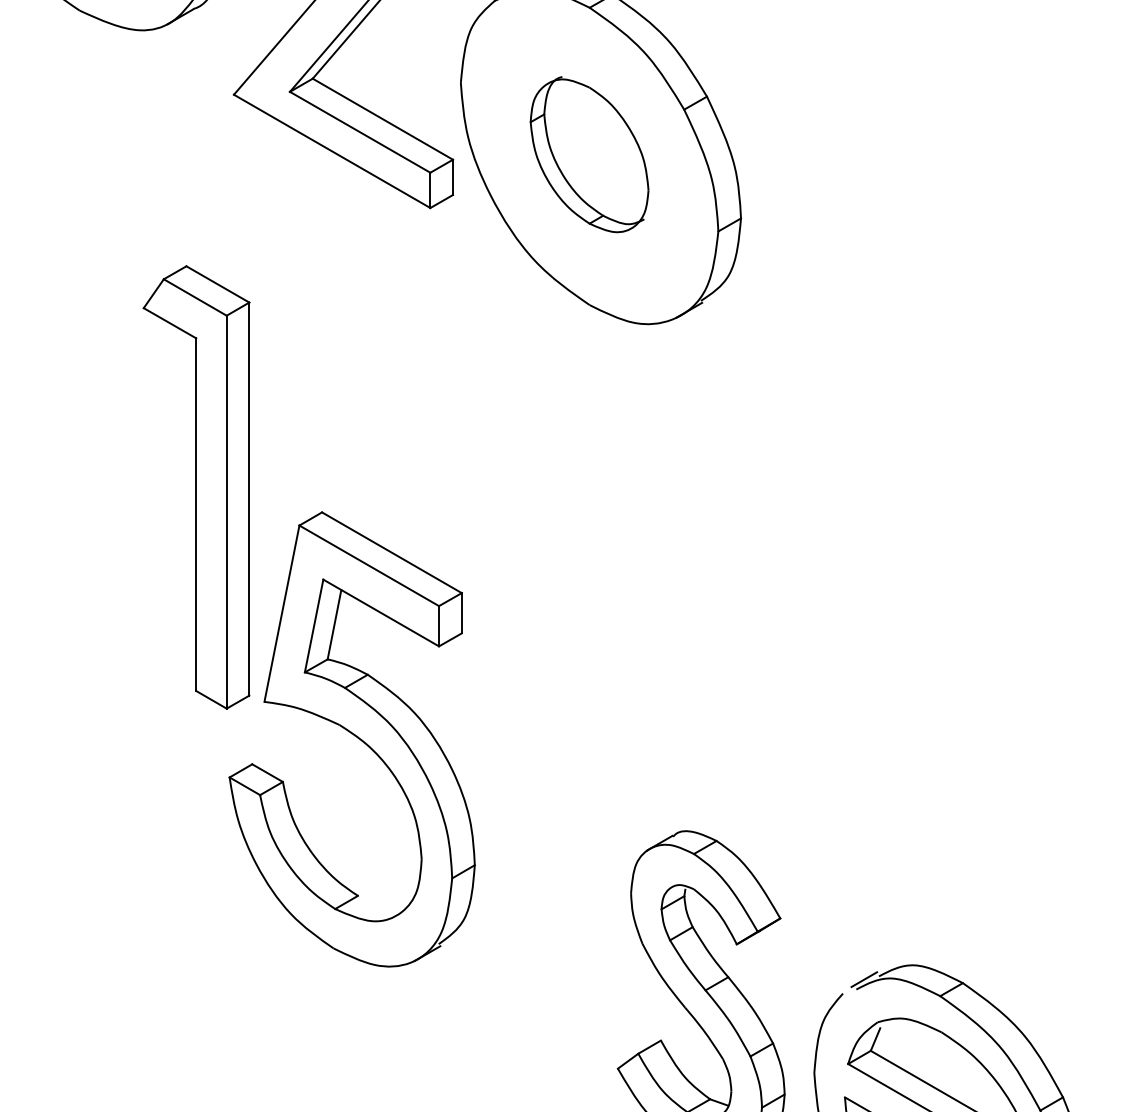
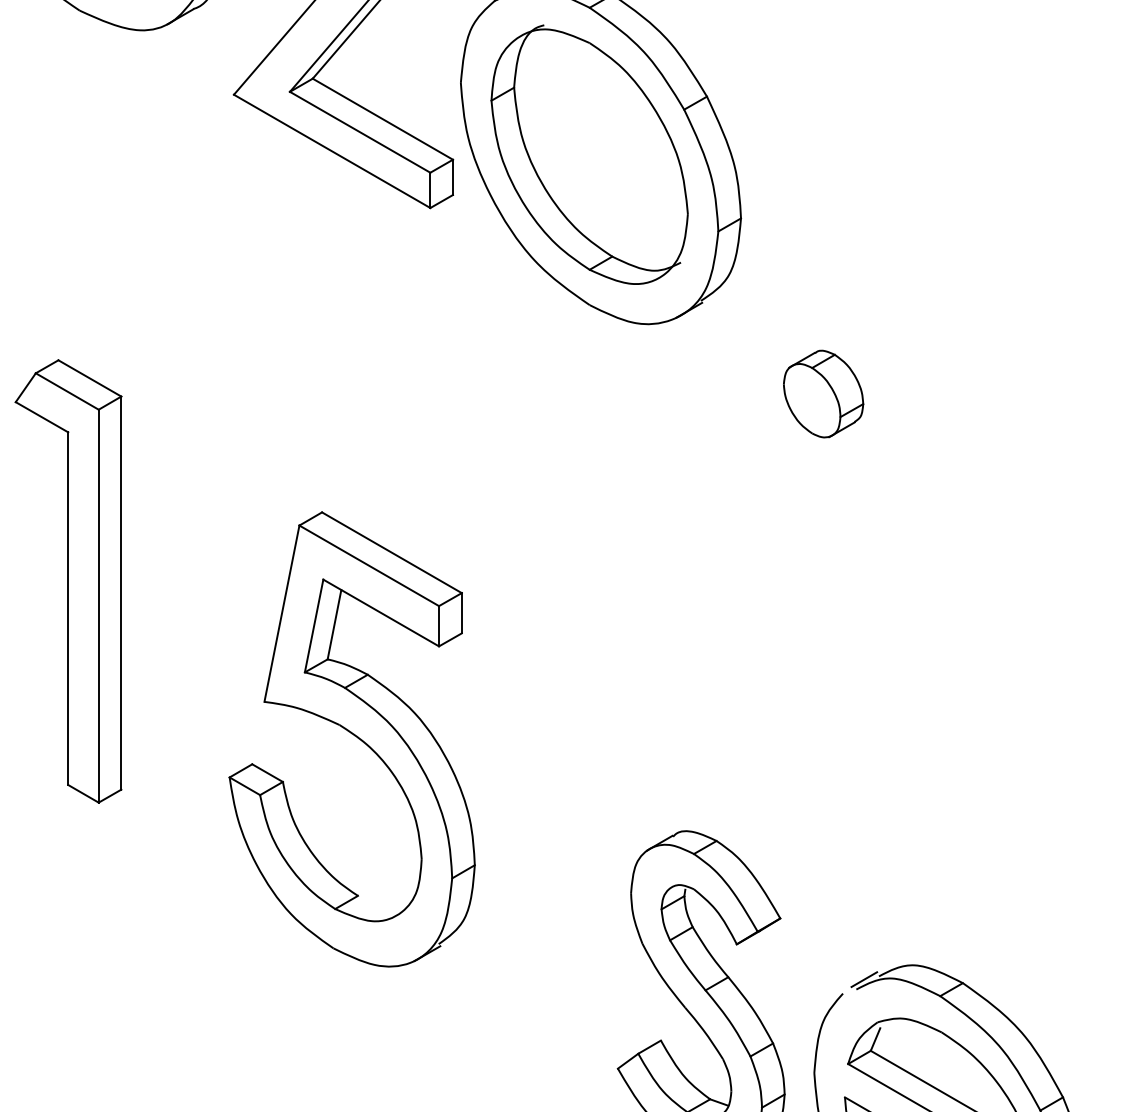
part at (589, 154) size: 121x158 px -> 199x261 px
part at (823, 393): none -> present
part at (196, 487) position: (196, 487) -> (68, 581)
